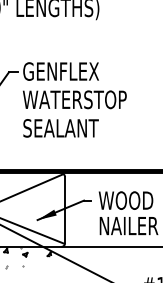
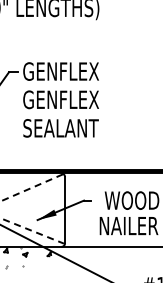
text at (74, 99): WATERSTOP -> GENFLEX
line at (31, 188): solid -> dashed
text at (125, 200) position: (125, 200) -> (131, 200)
line at (32, 231): solid -> dashed
